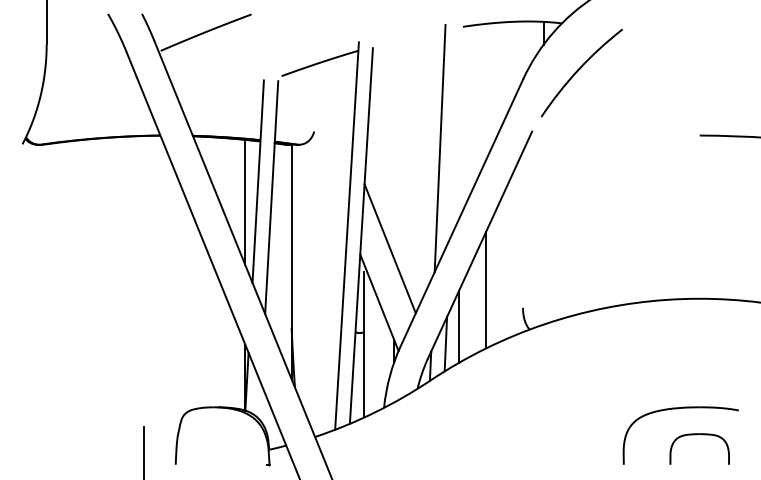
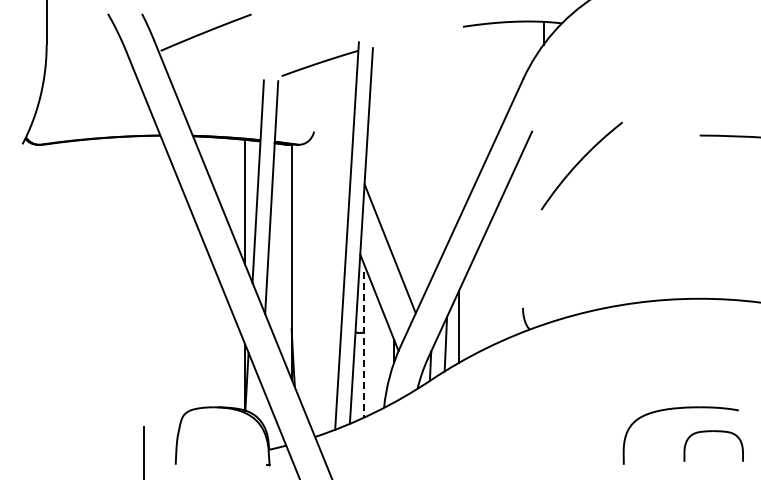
arc at (579, 70) position: (579, 70) -> (579, 163)
line at (439, 148): present -> none
line at (486, 289): present -> none
line at (364, 344): solid -> dashed
part at (696, 435) position: (696, 435) -> (710, 432)
